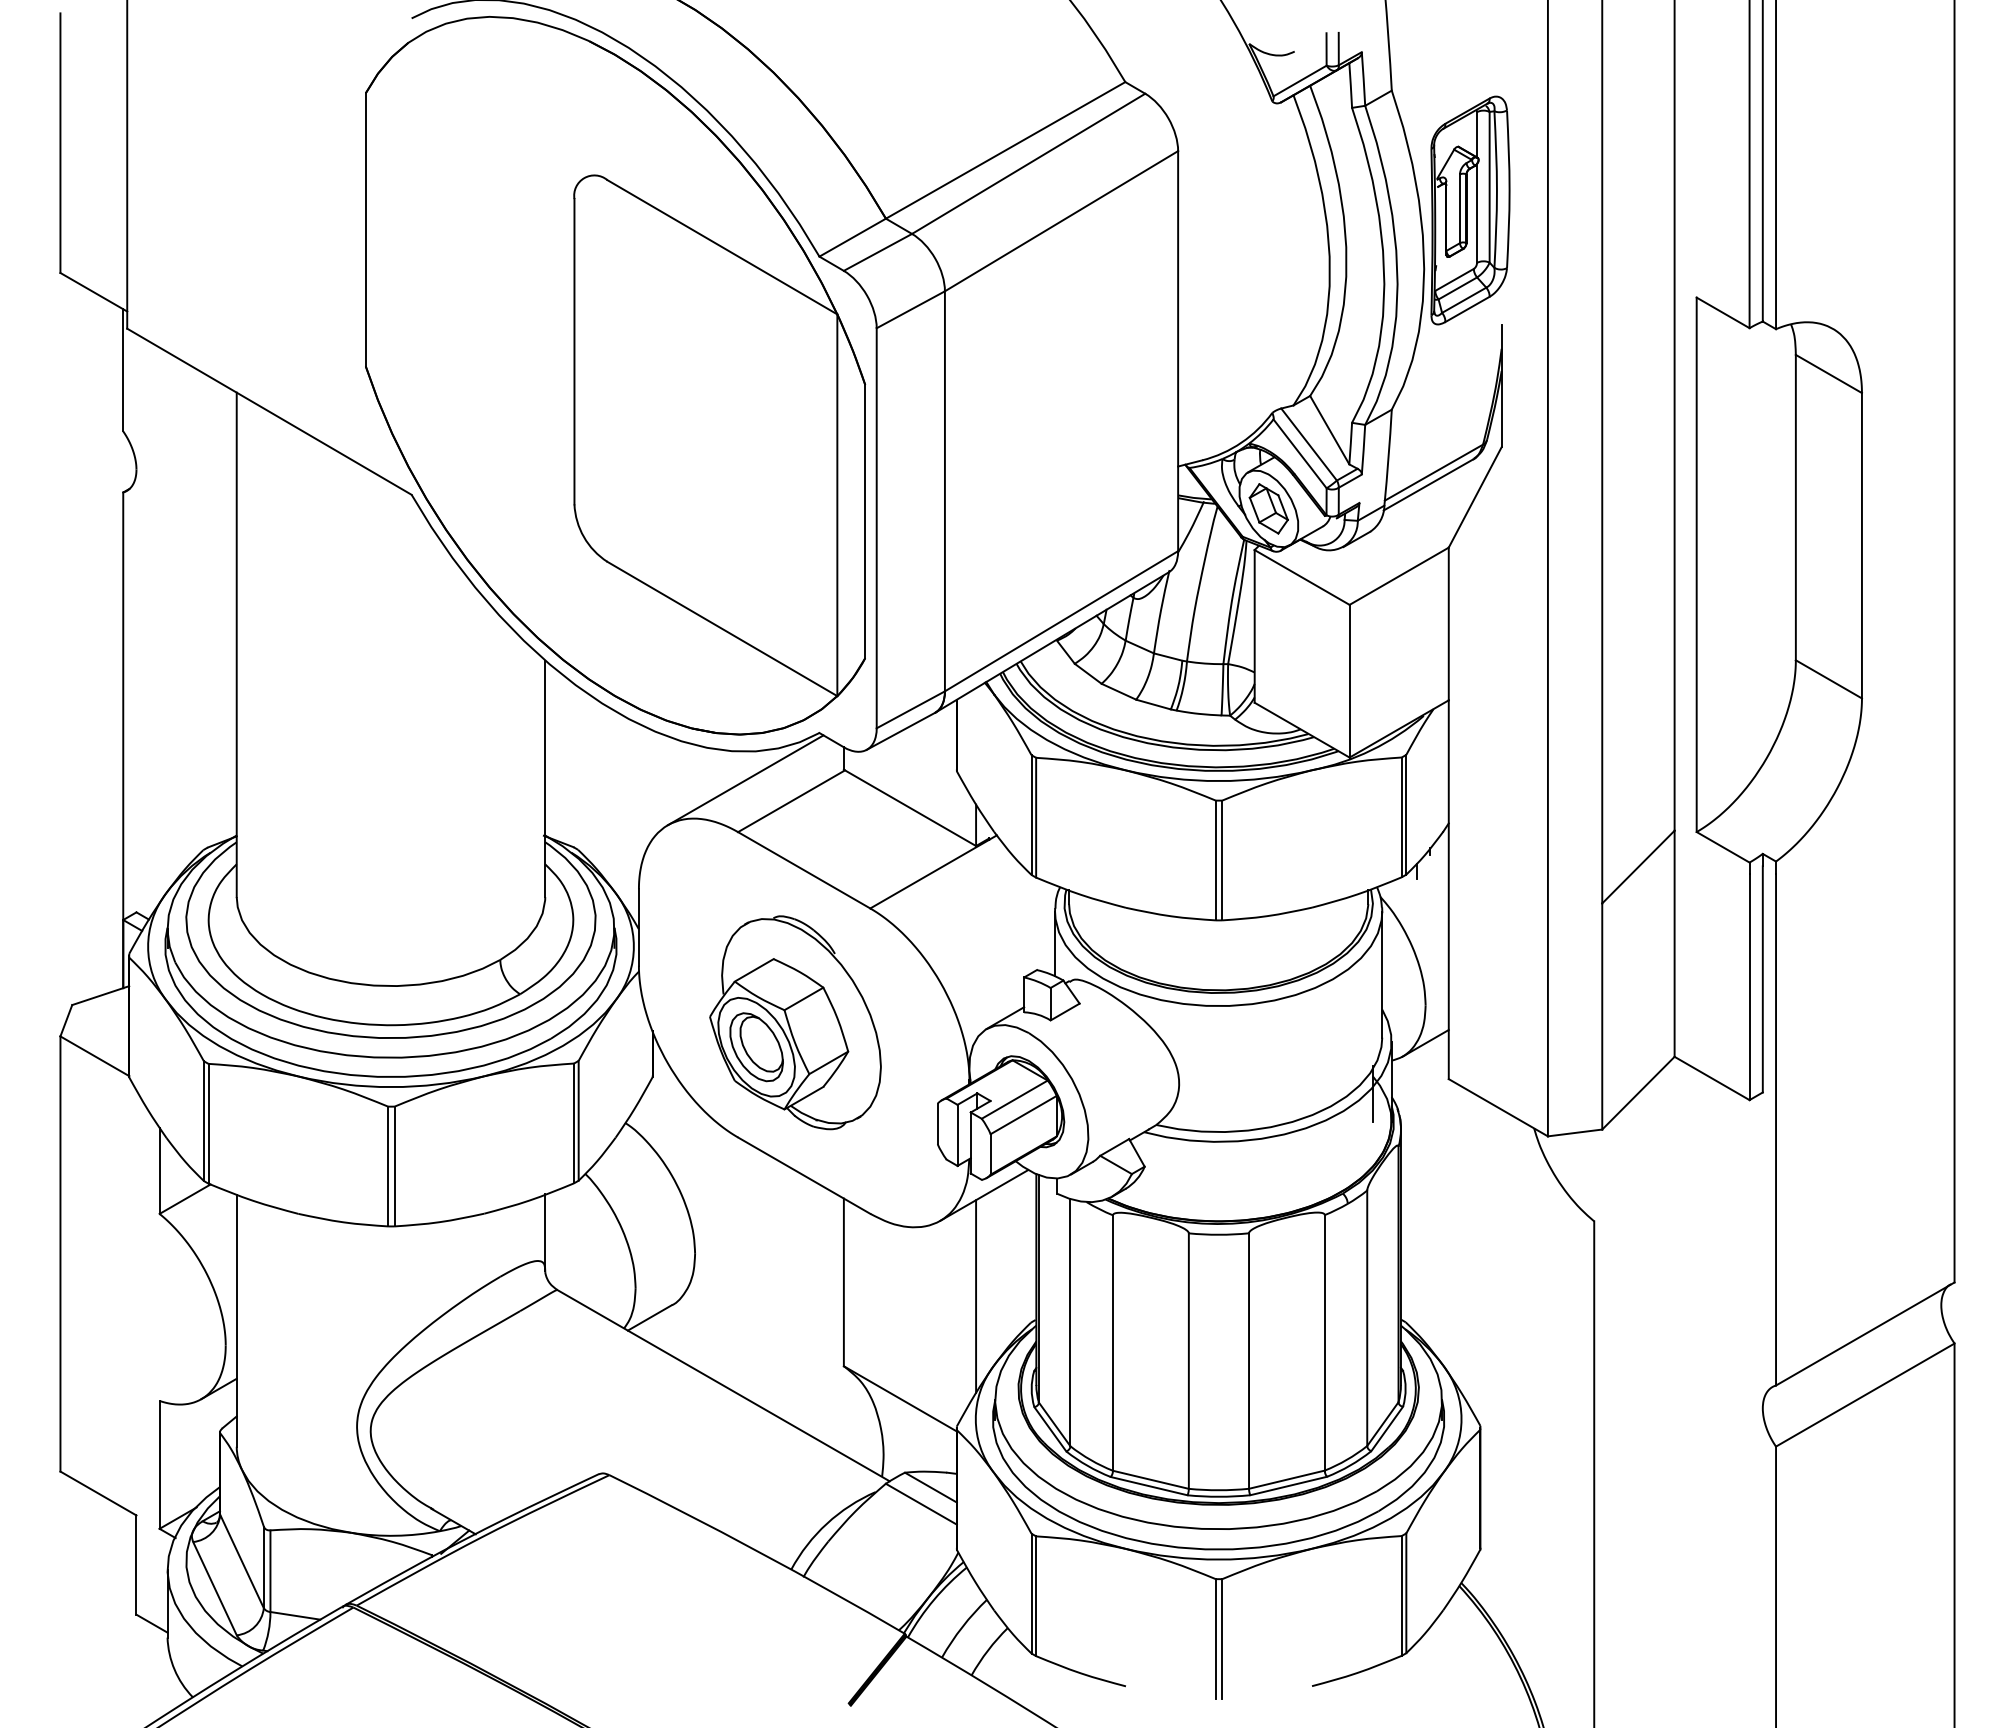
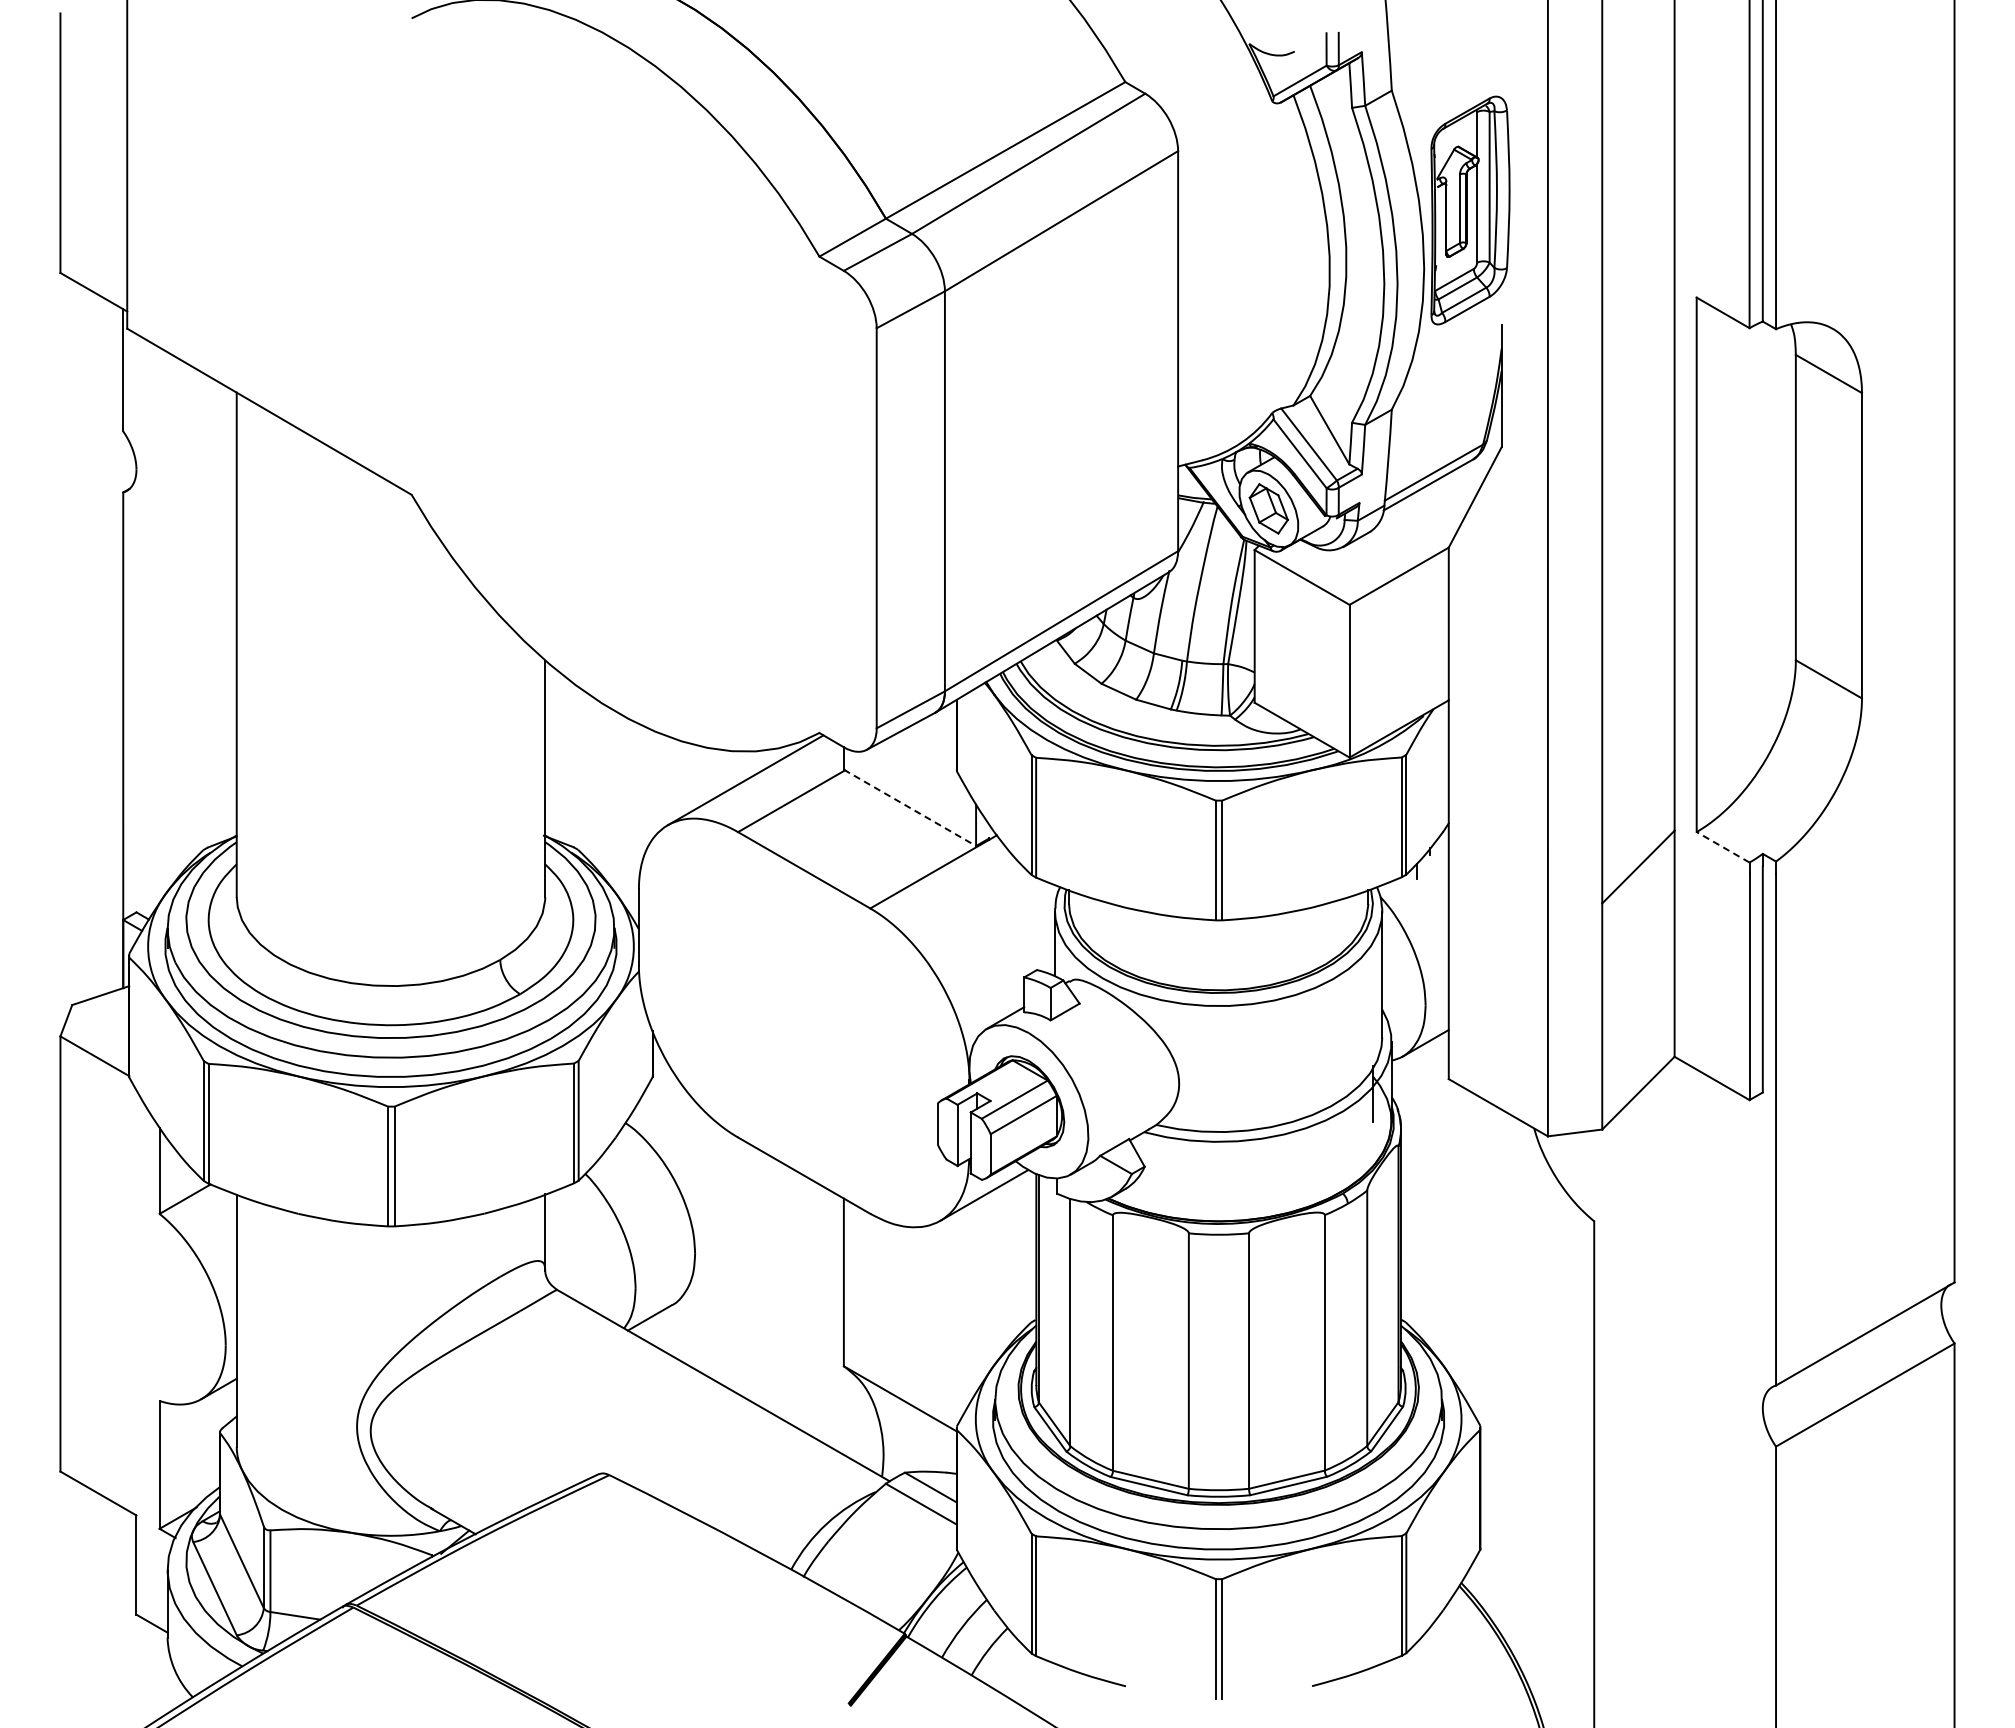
part at (615, 375): present -> none
line at (910, 808): solid -> dashed
line at (1723, 847): solid -> dashed
part at (795, 1022): present -> none
line at (976, 1296): present -> none
